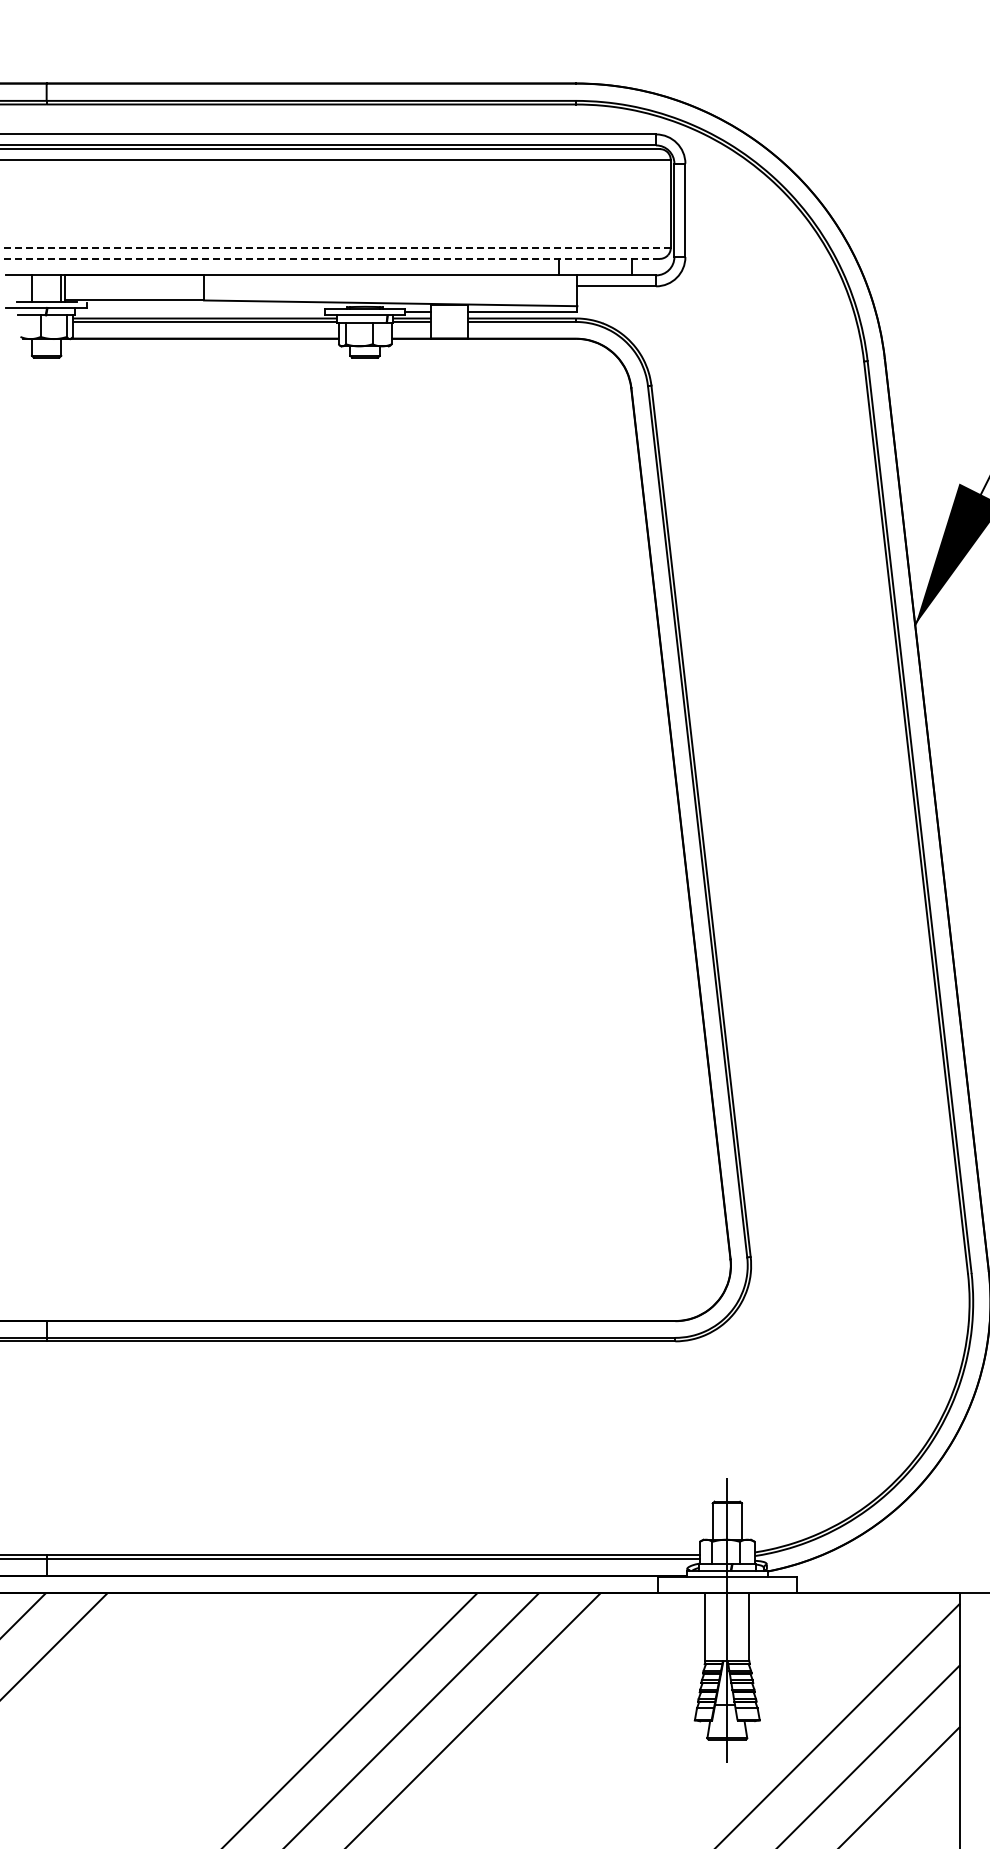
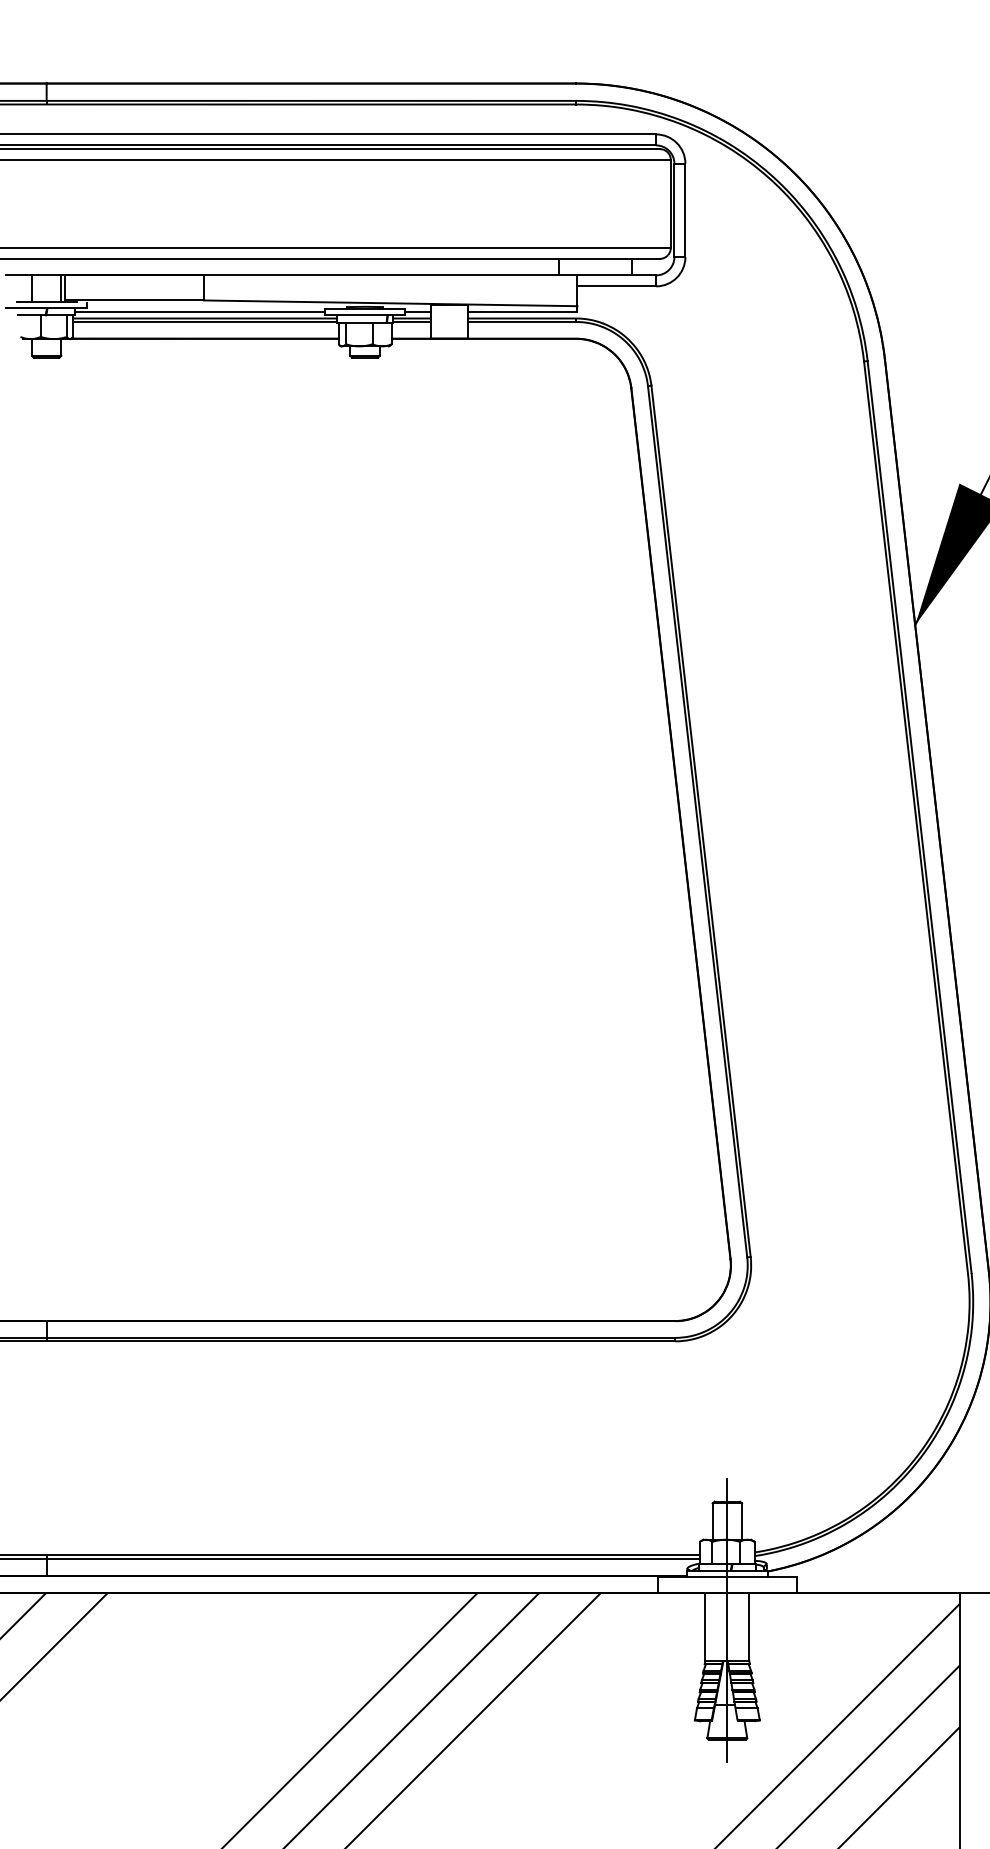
line at (334, 247): dashed -> solid
line at (329, 258): dashed -> solid
line at (199, 311): none -> present
